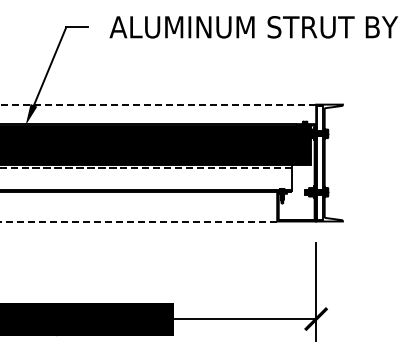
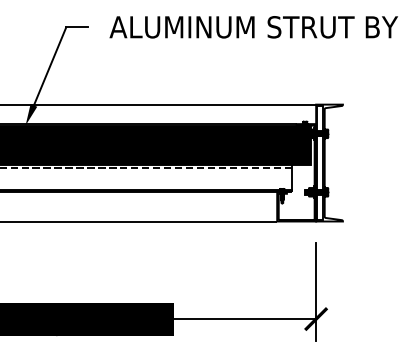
line at (158, 104): dashed -> solid
line at (138, 221): dashed -> solid
